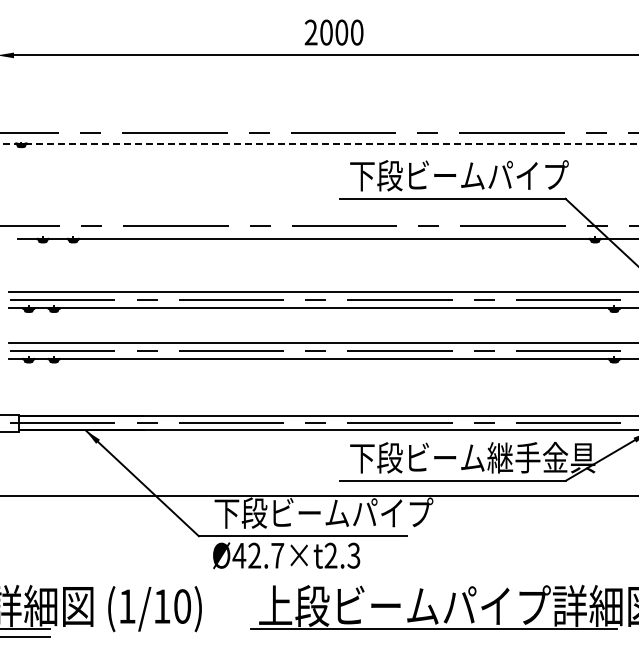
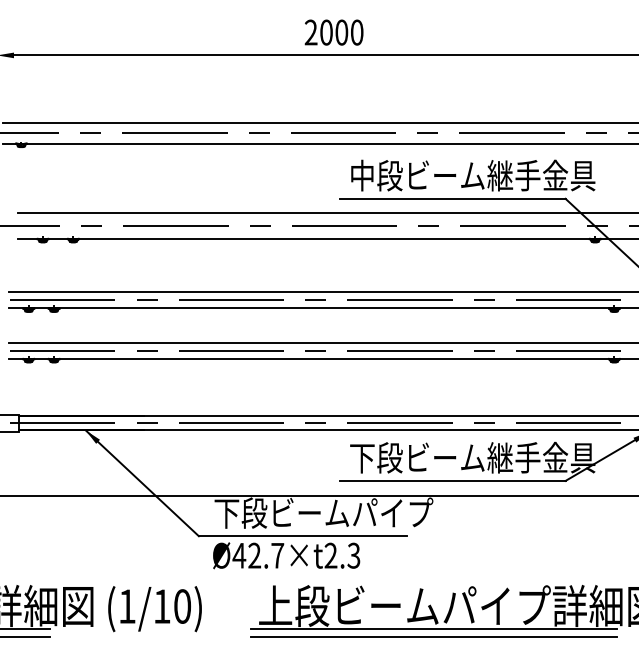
line at (318, 123): none -> present
line at (320, 143): dashed -> solid
text at (472, 175): 下段ビームパイプ -> 中段ビーム継手金具
line at (326, 213): none -> present
line at (433, 637): none -> present
